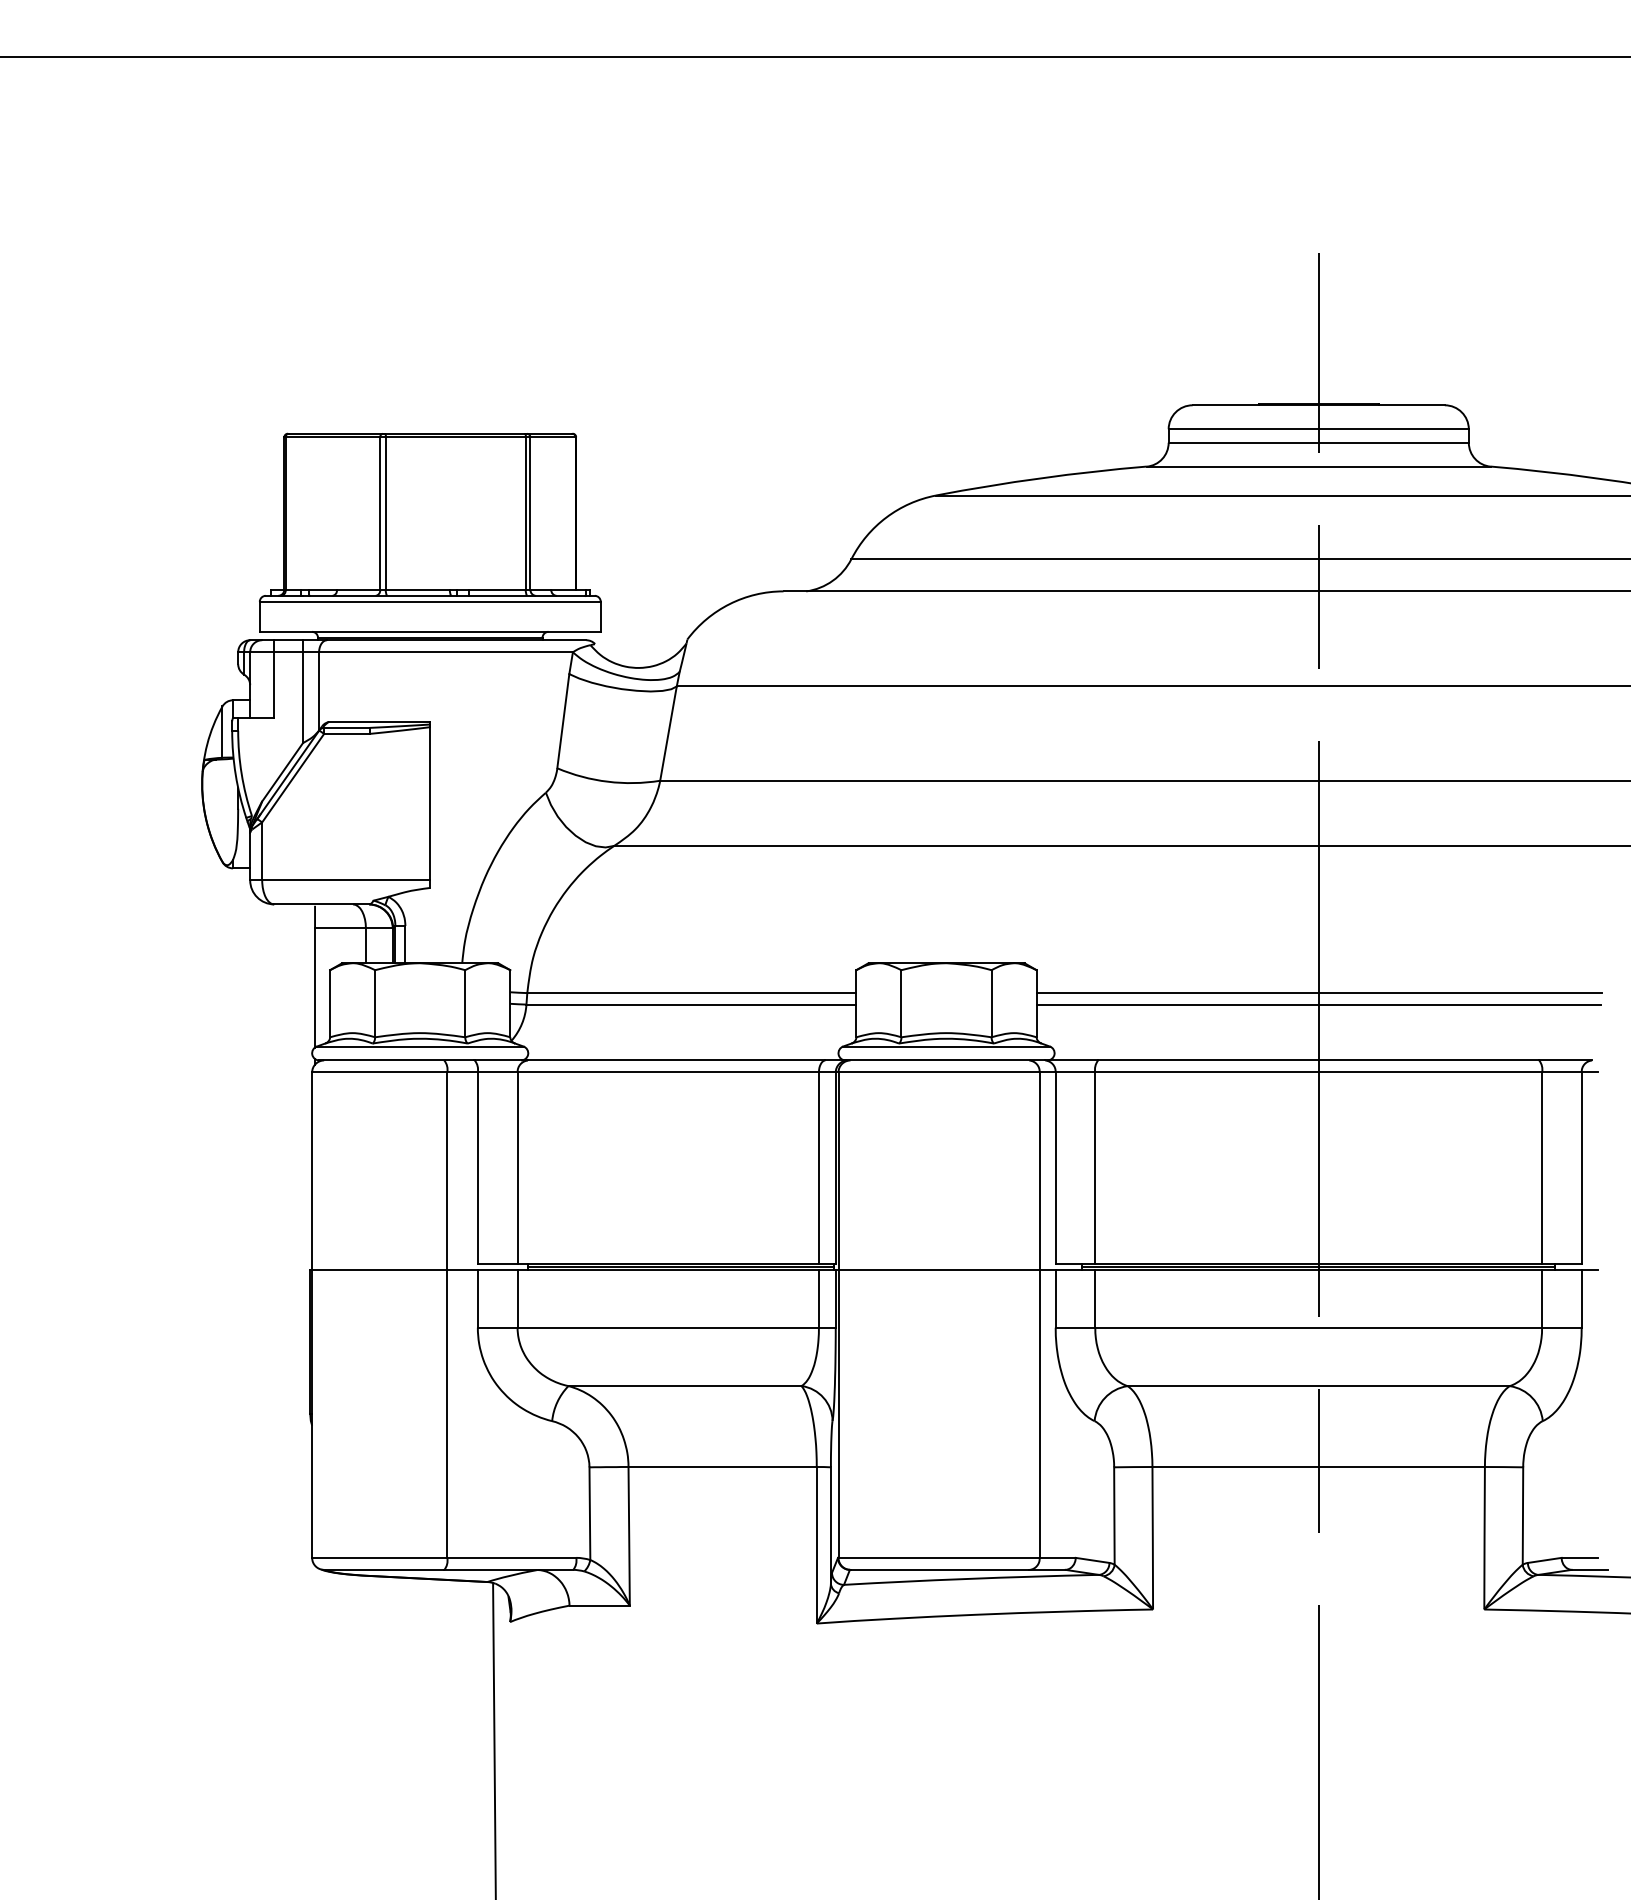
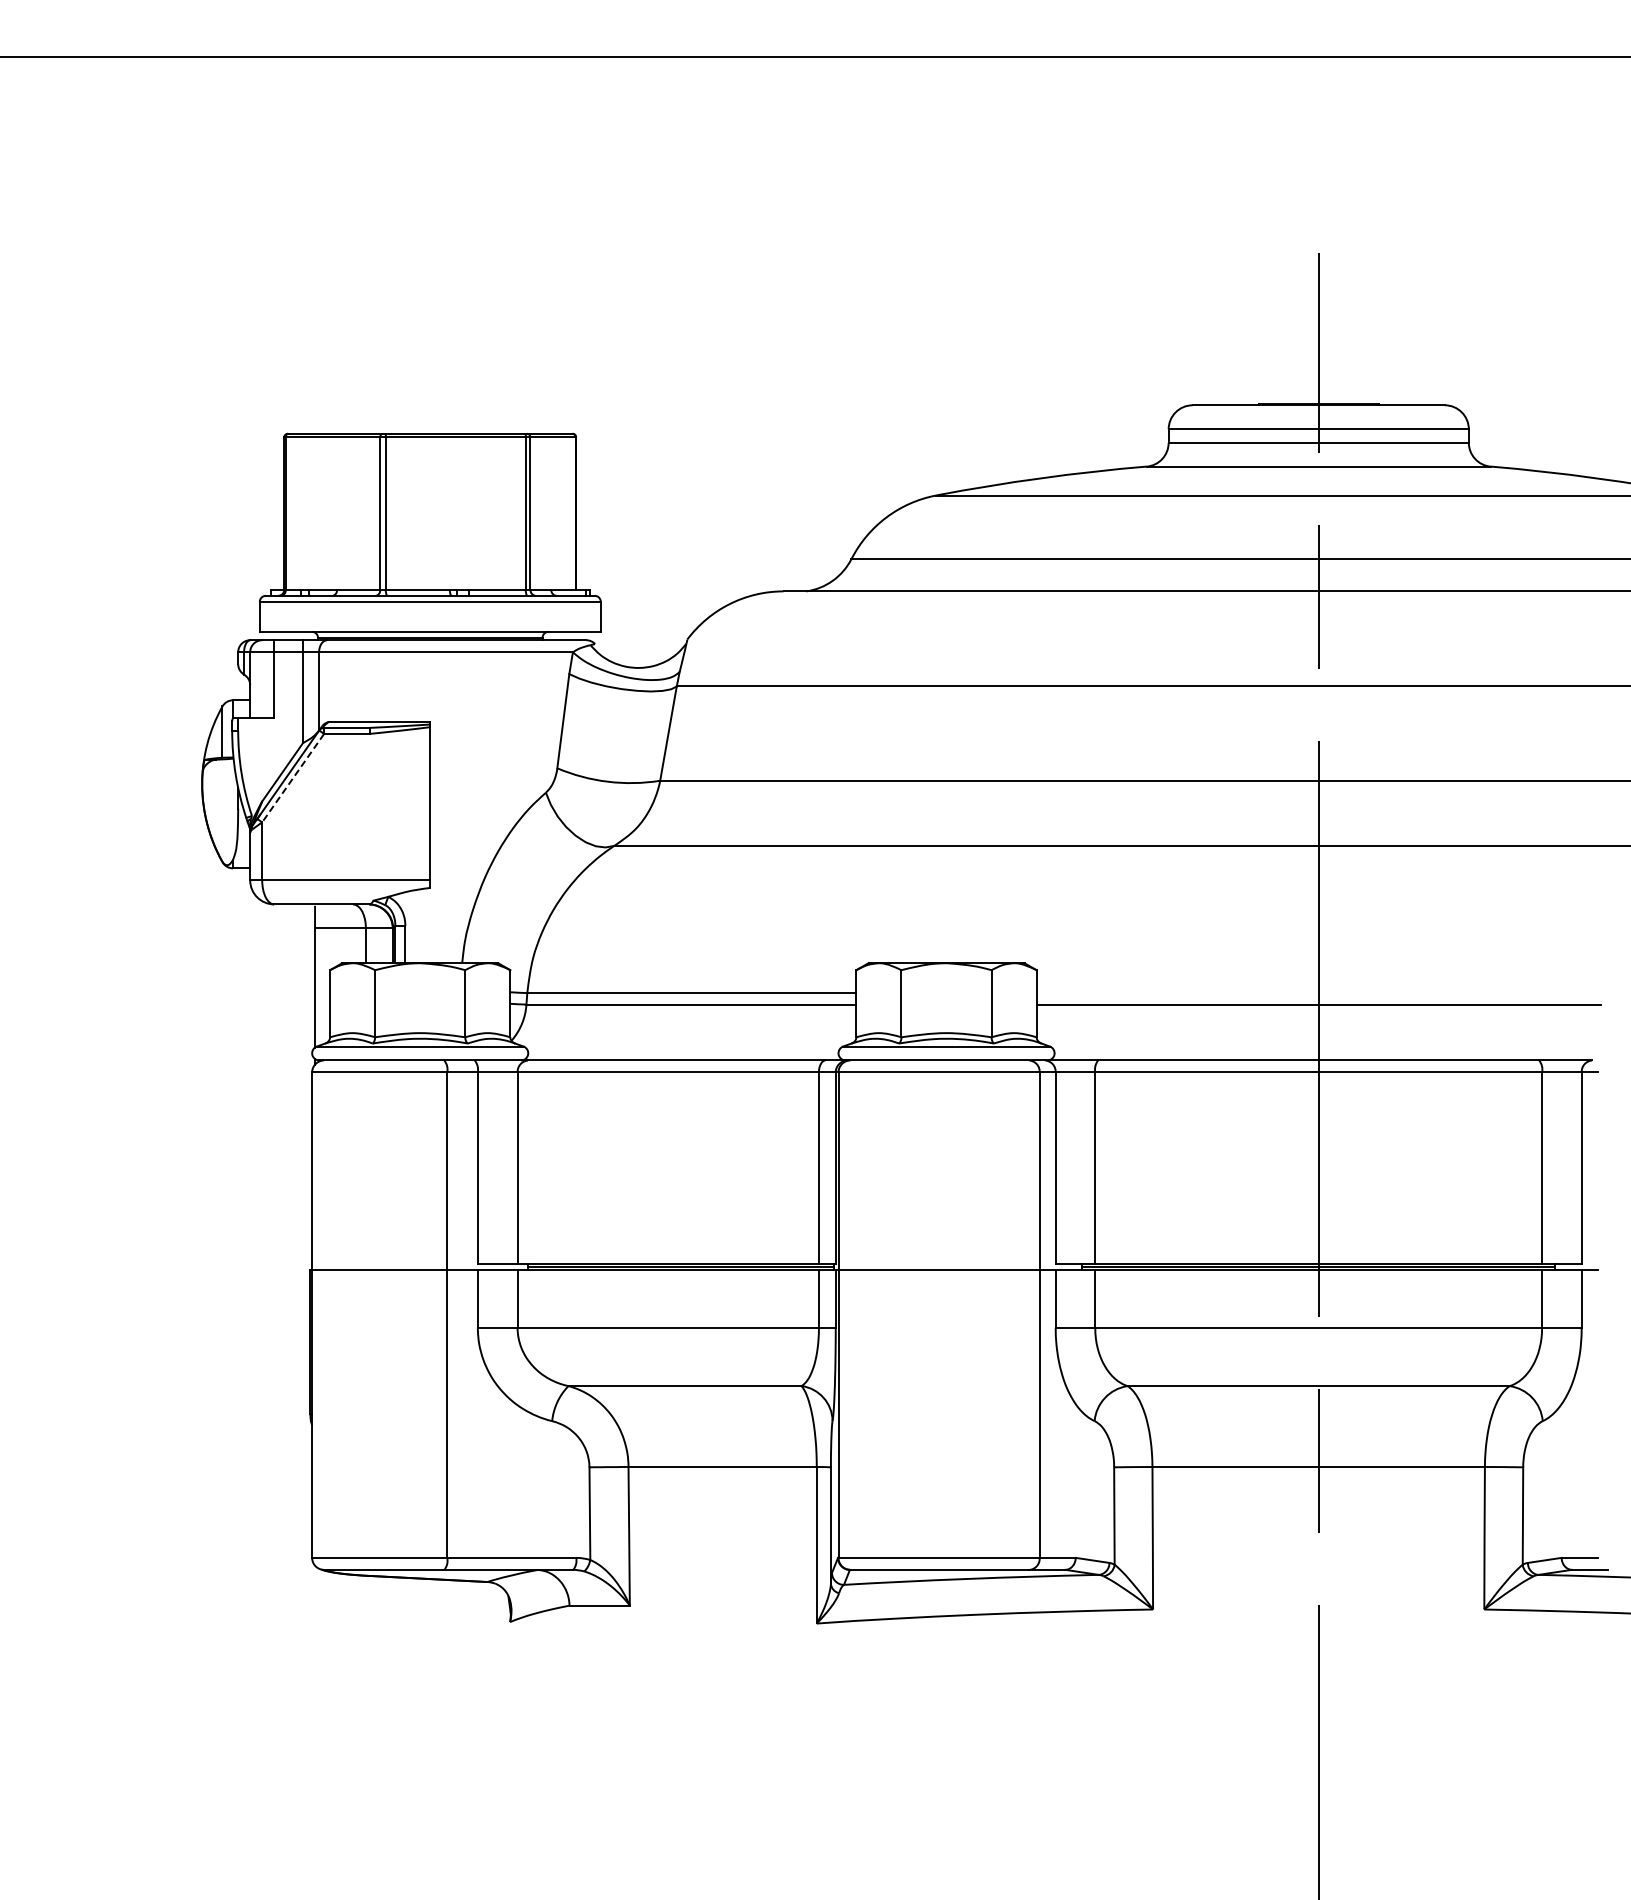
line at (292, 778): solid -> dashed
line at (1319, 993): present -> none
line at (494, 1739): present -> none
